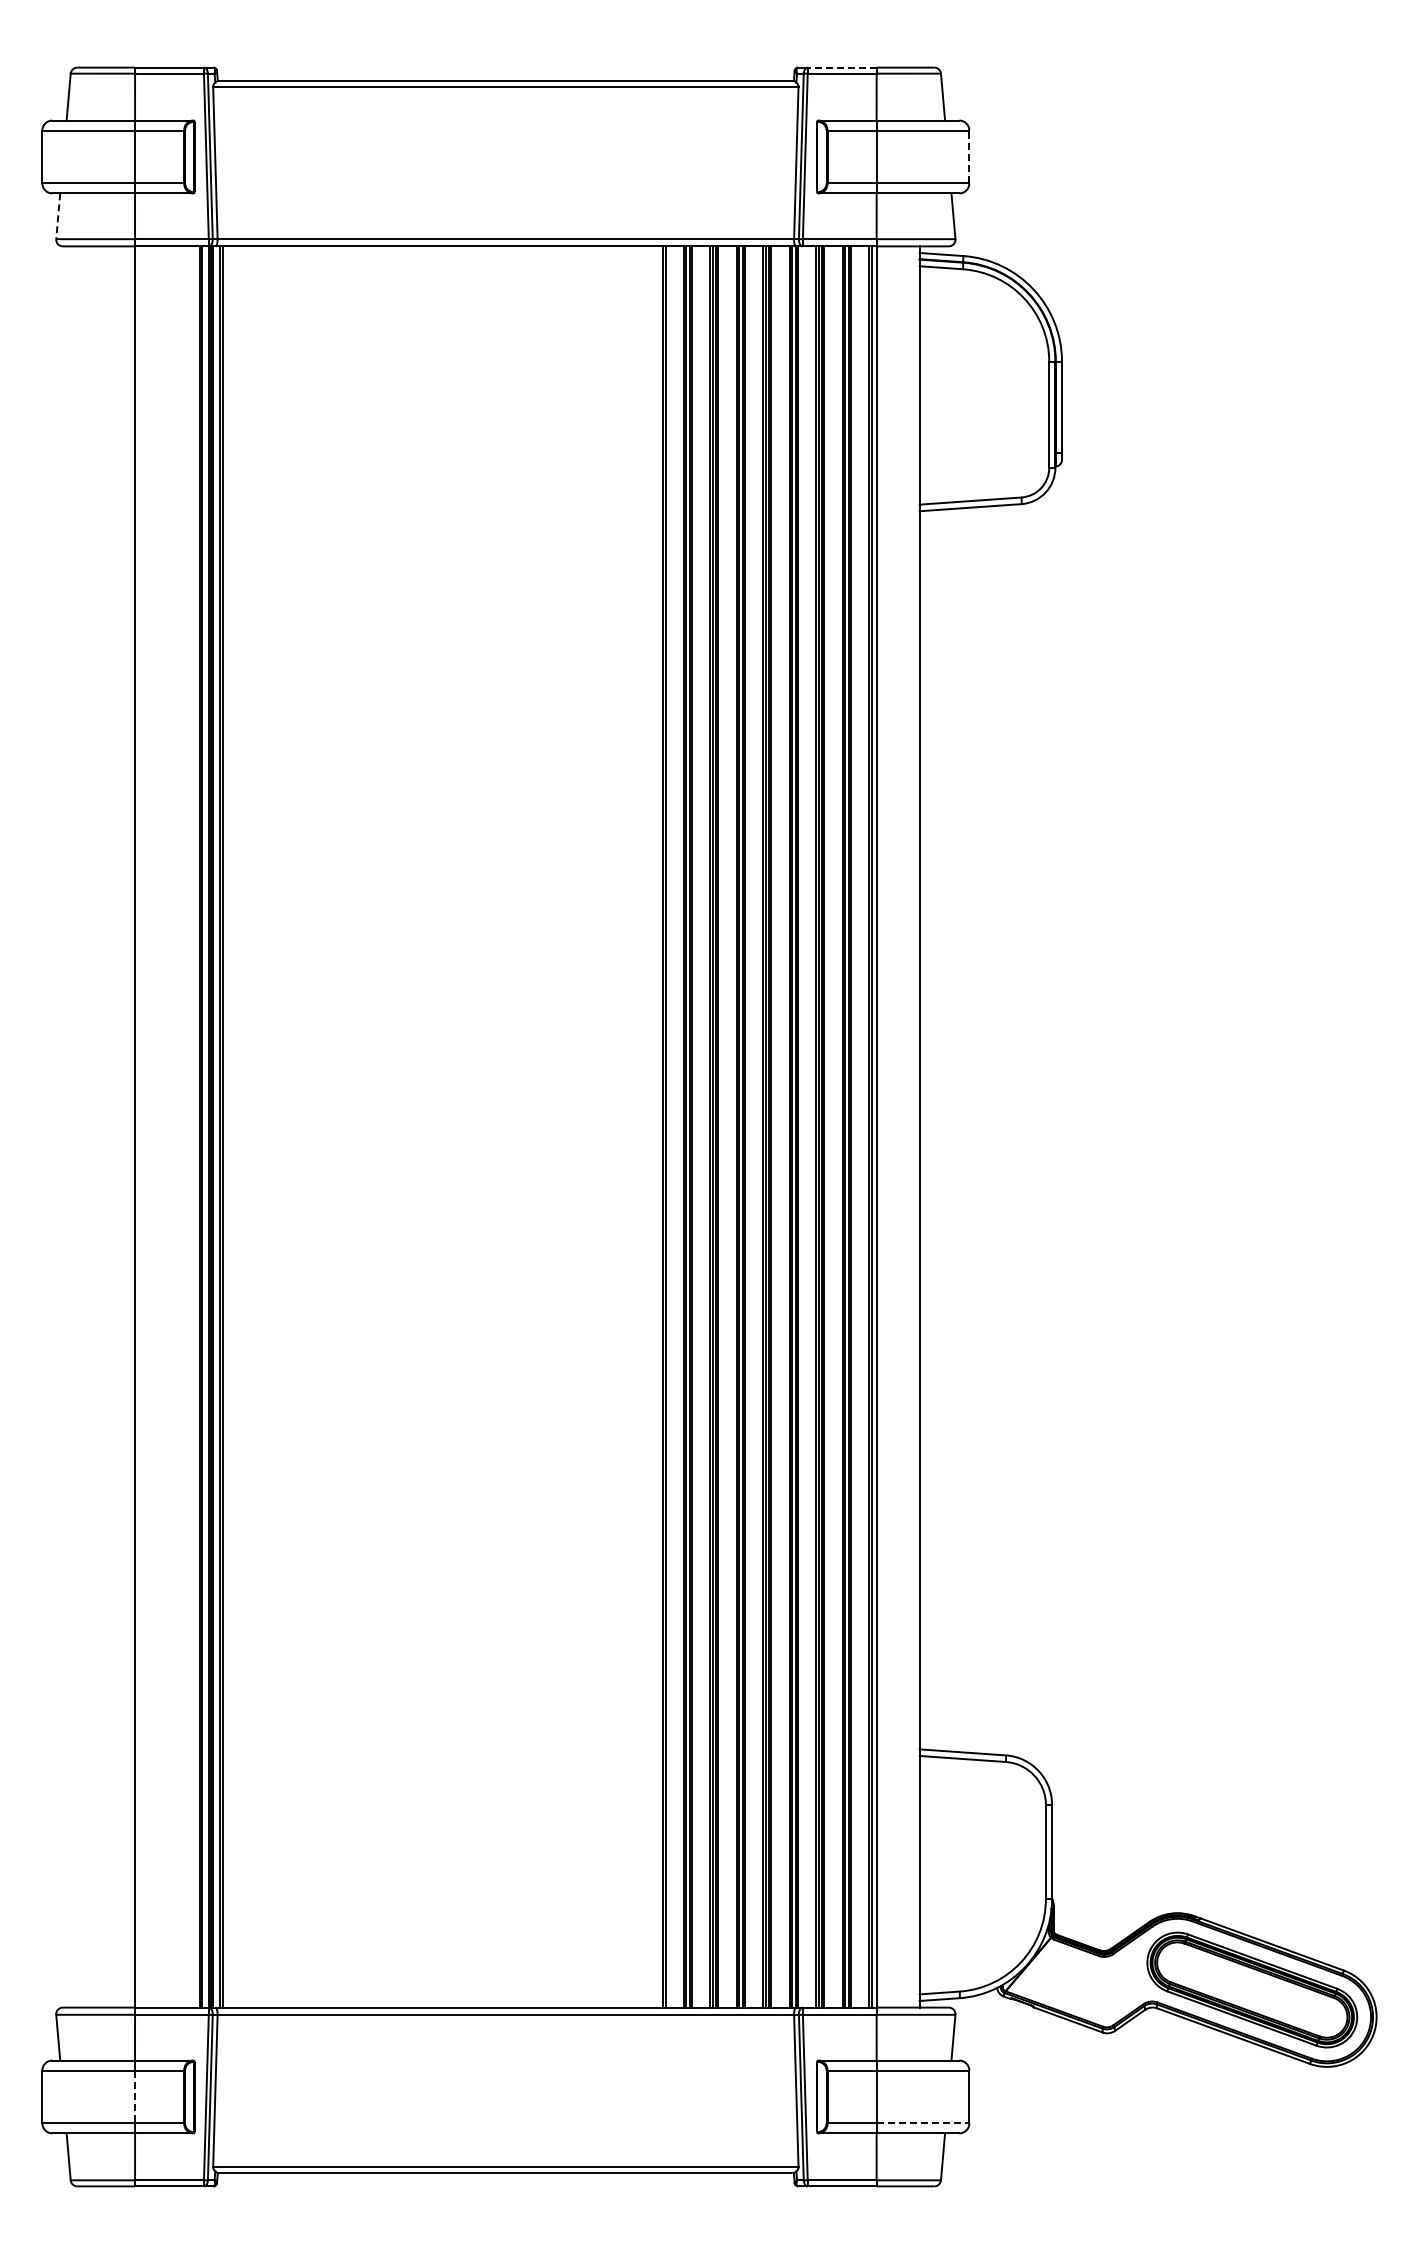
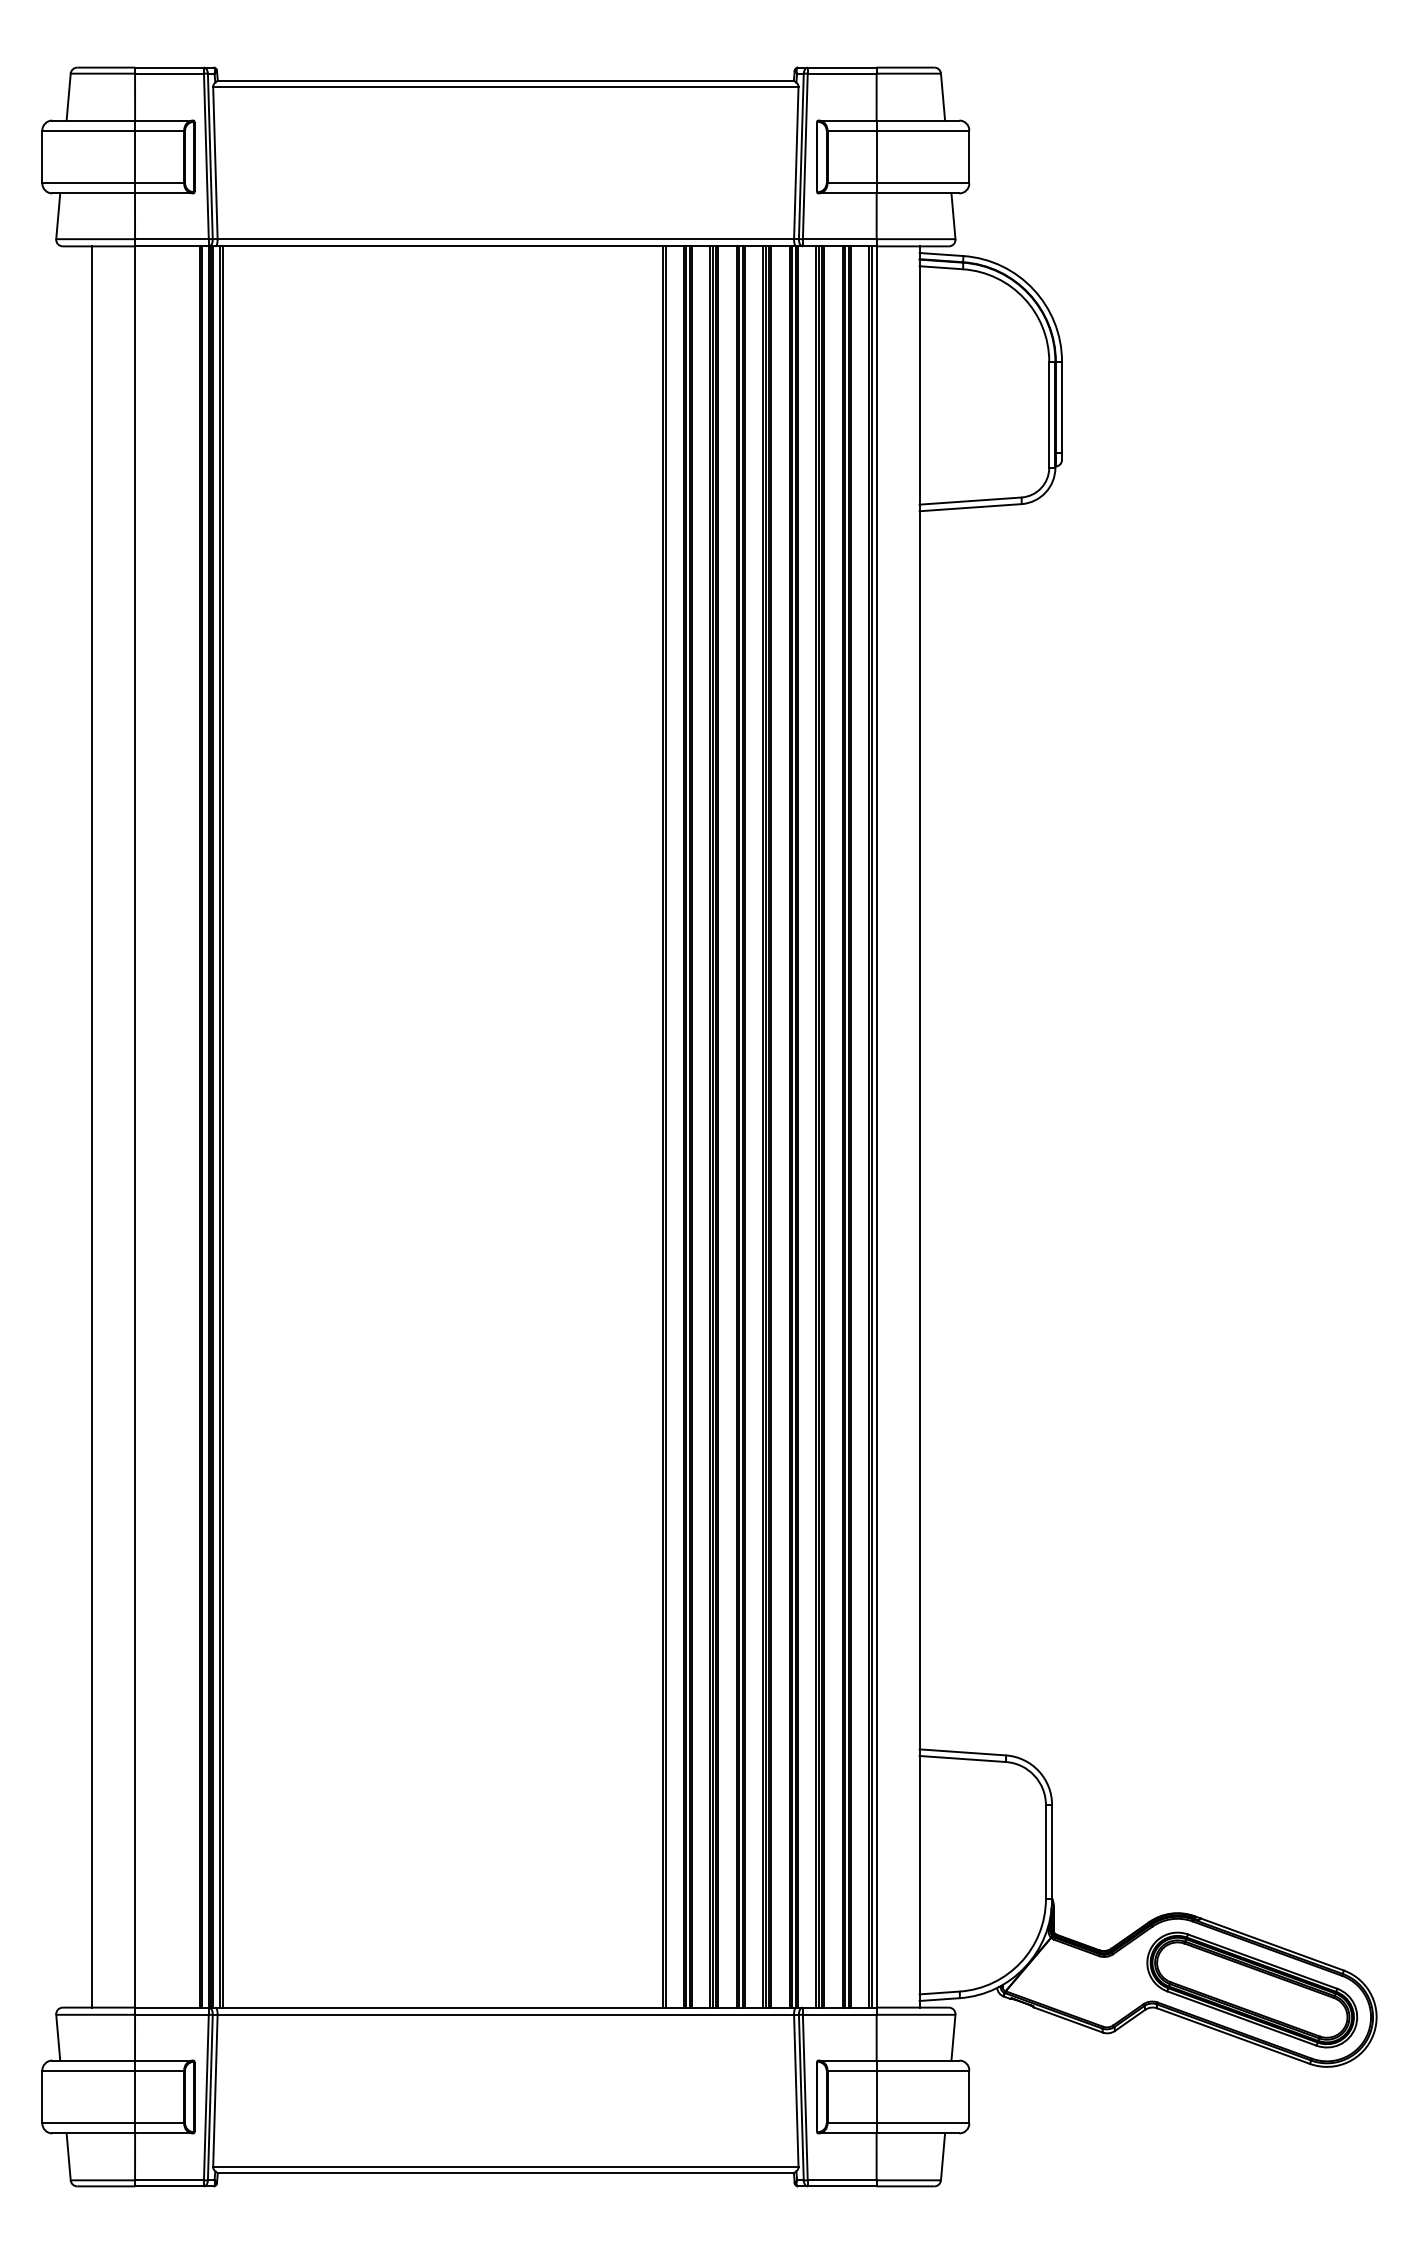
line at (841, 67): dashed -> solid
line at (969, 156): dashed -> solid
line at (58, 216): dashed -> solid
line at (92, 1126): none -> present
line at (135, 2097): dashed -> solid
line at (923, 2123): dashed -> solid
